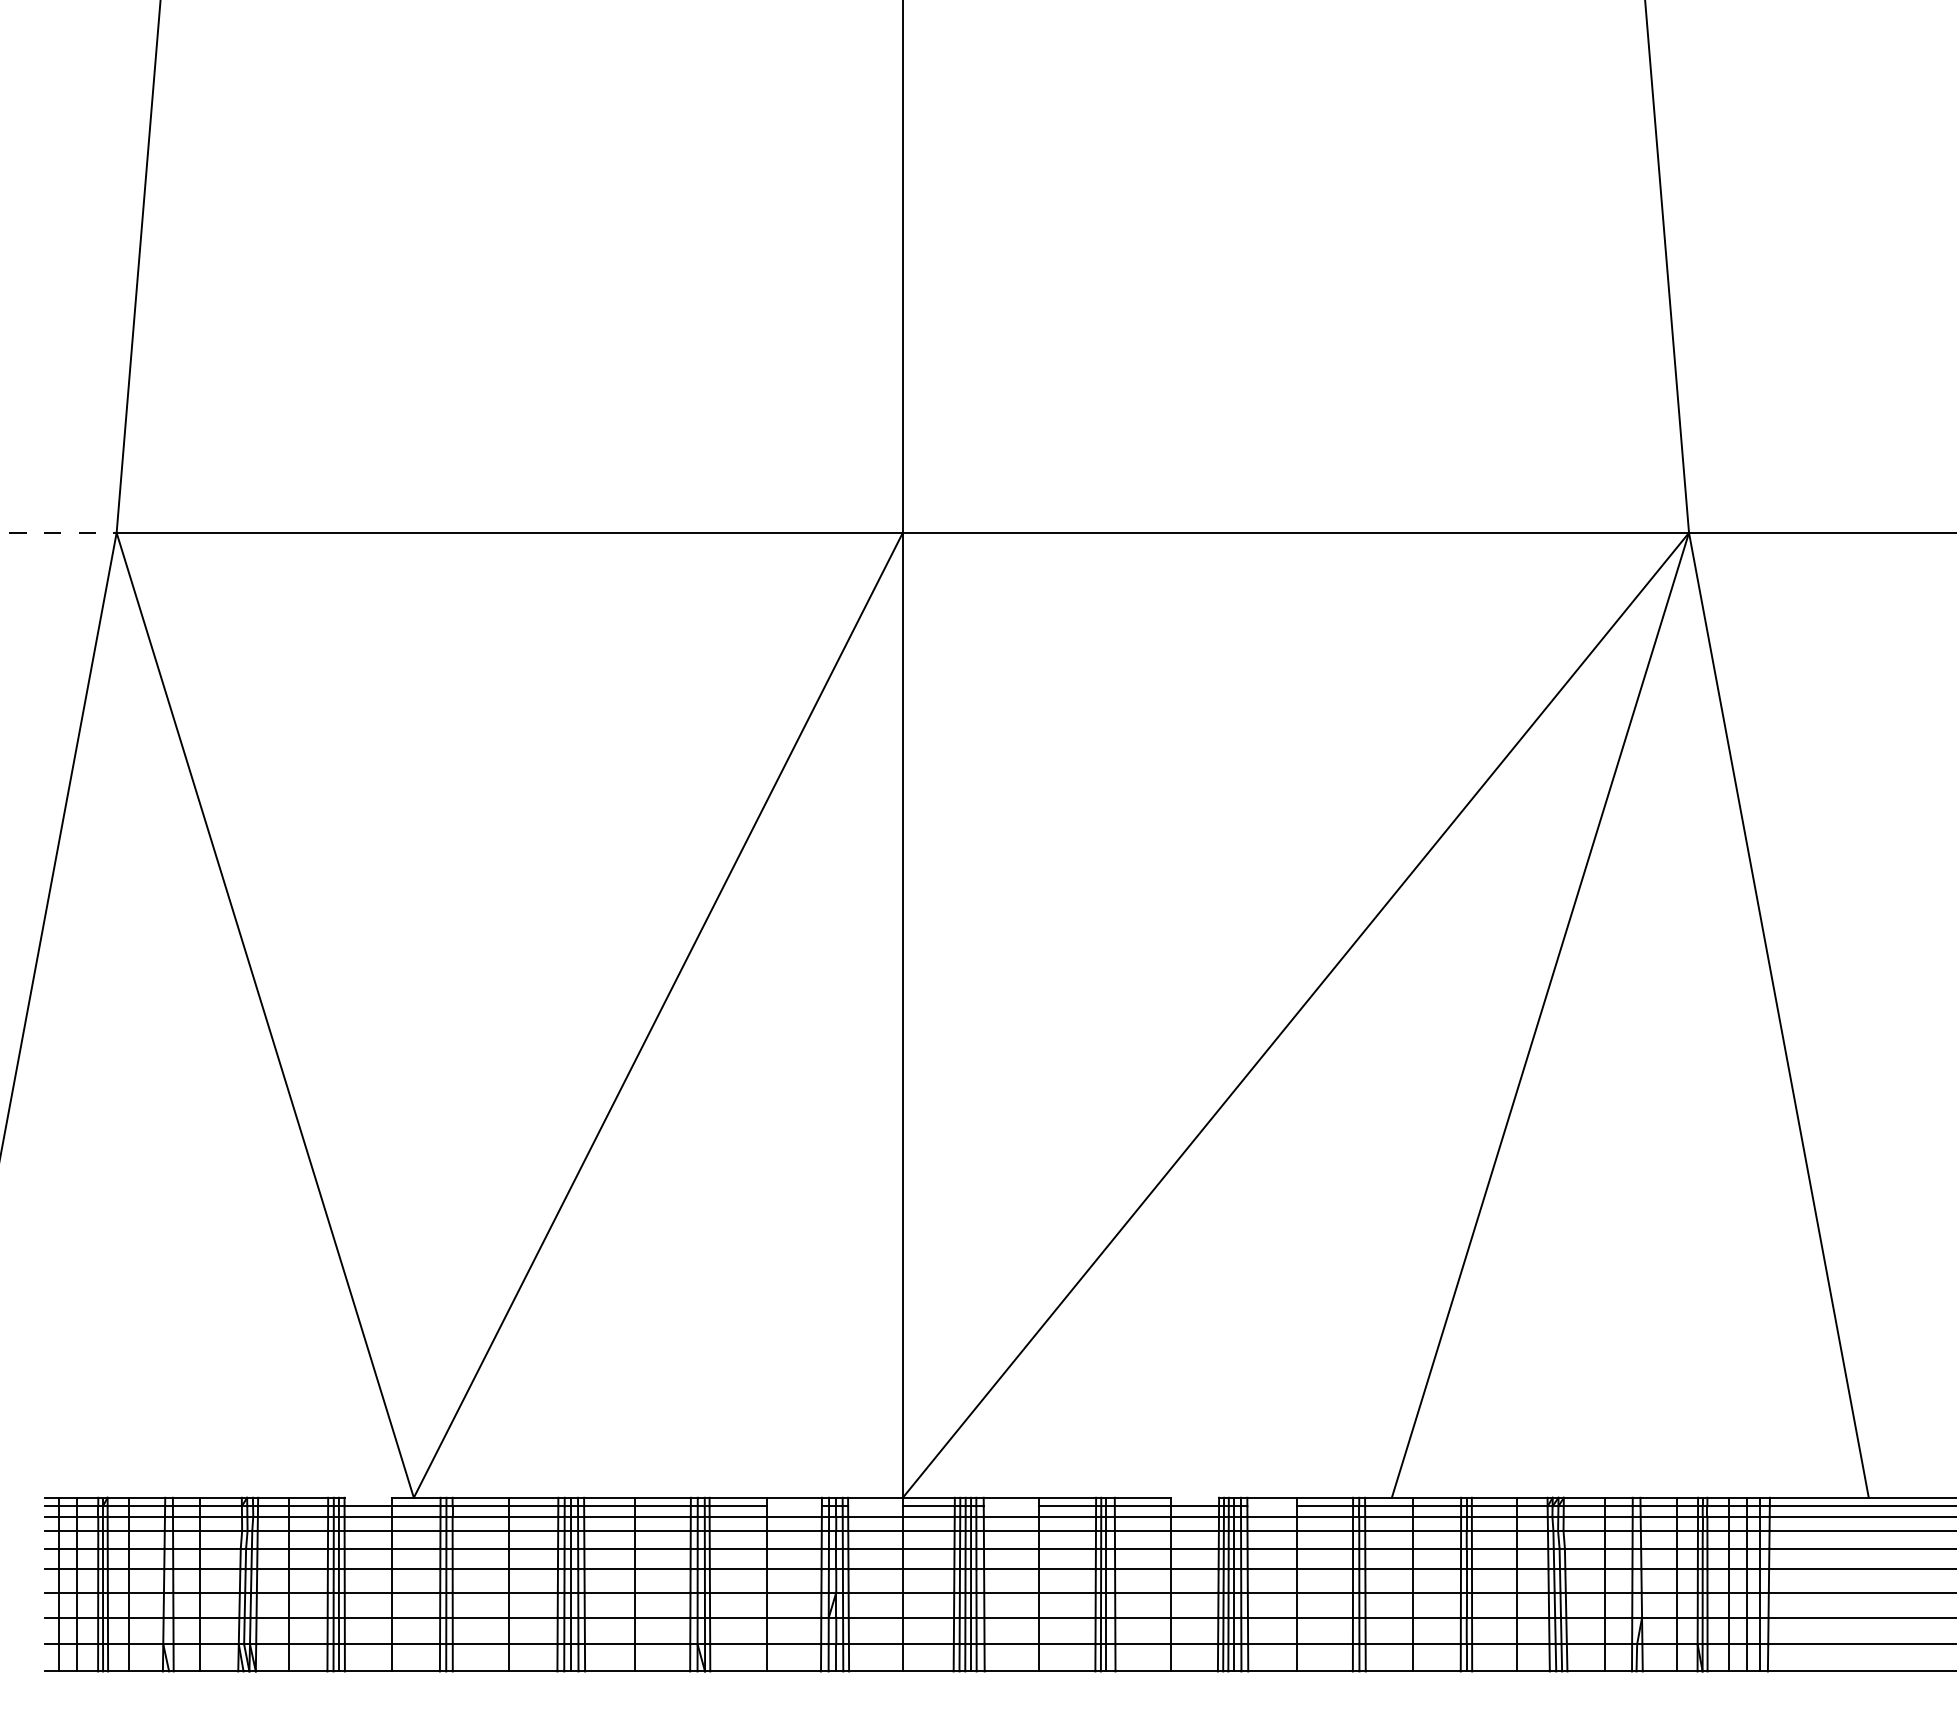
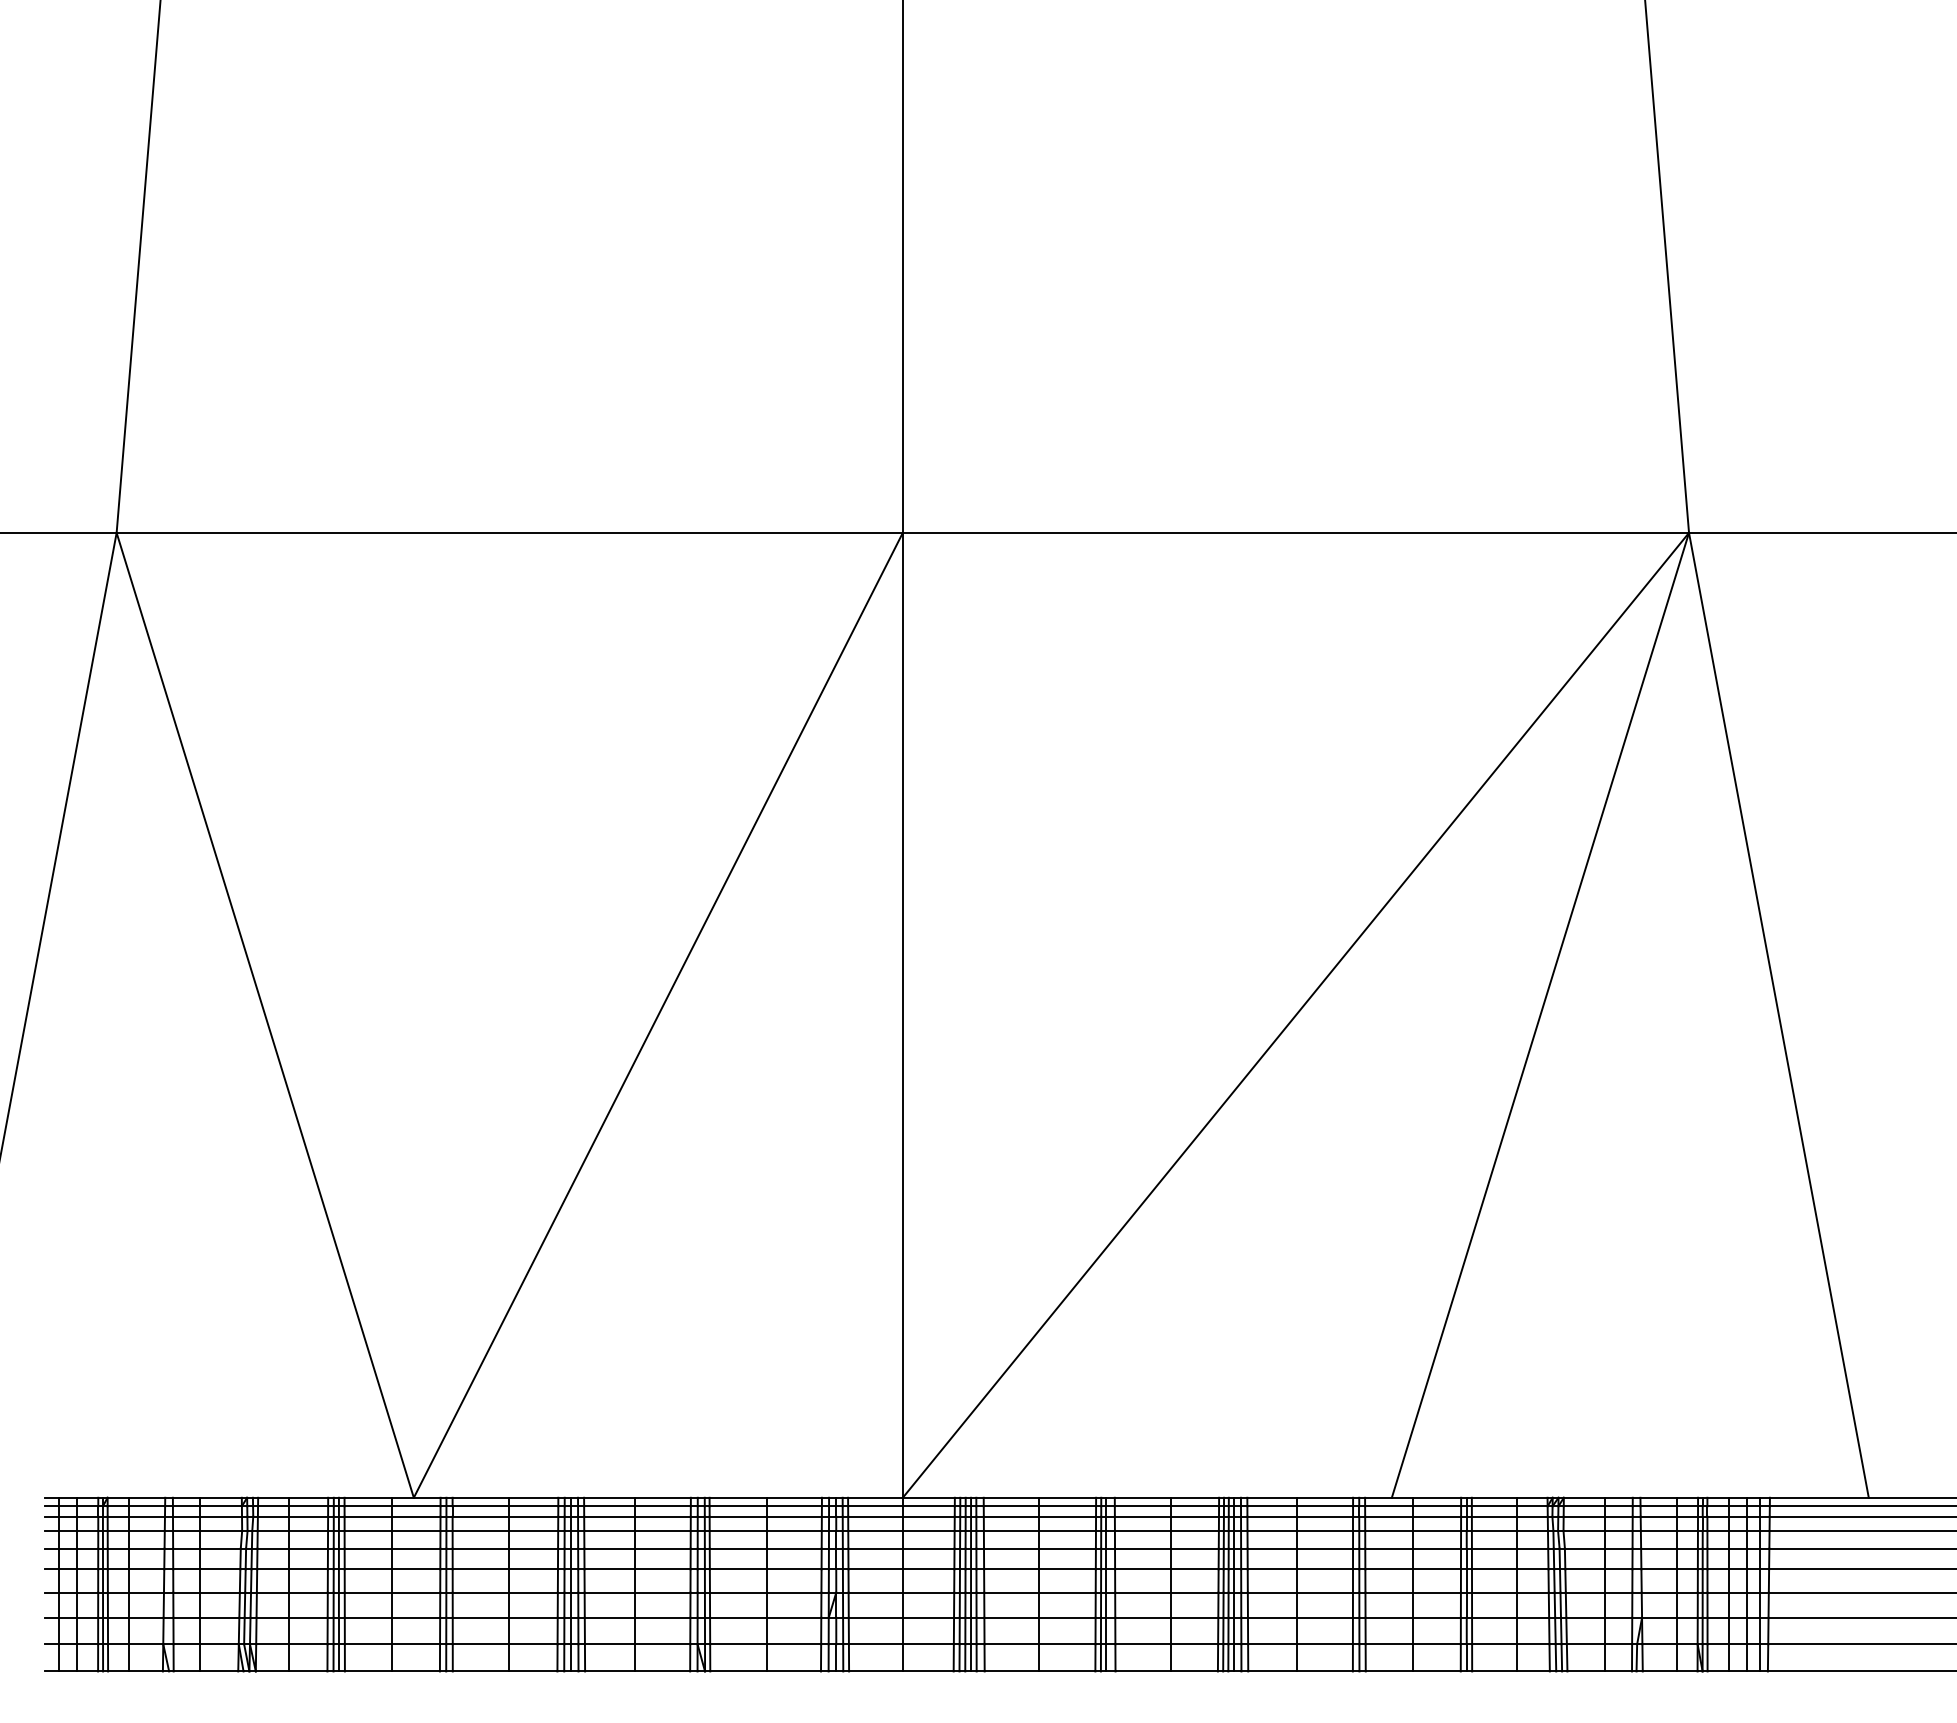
line at (58, 532): dashed -> solid
line at (368, 1497): none -> present
line at (1195, 1497): none -> present
line at (794, 1506): none -> present
line at (875, 1506): none -> present
line at (1010, 1506): none -> present
line at (1272, 1506): none -> present
